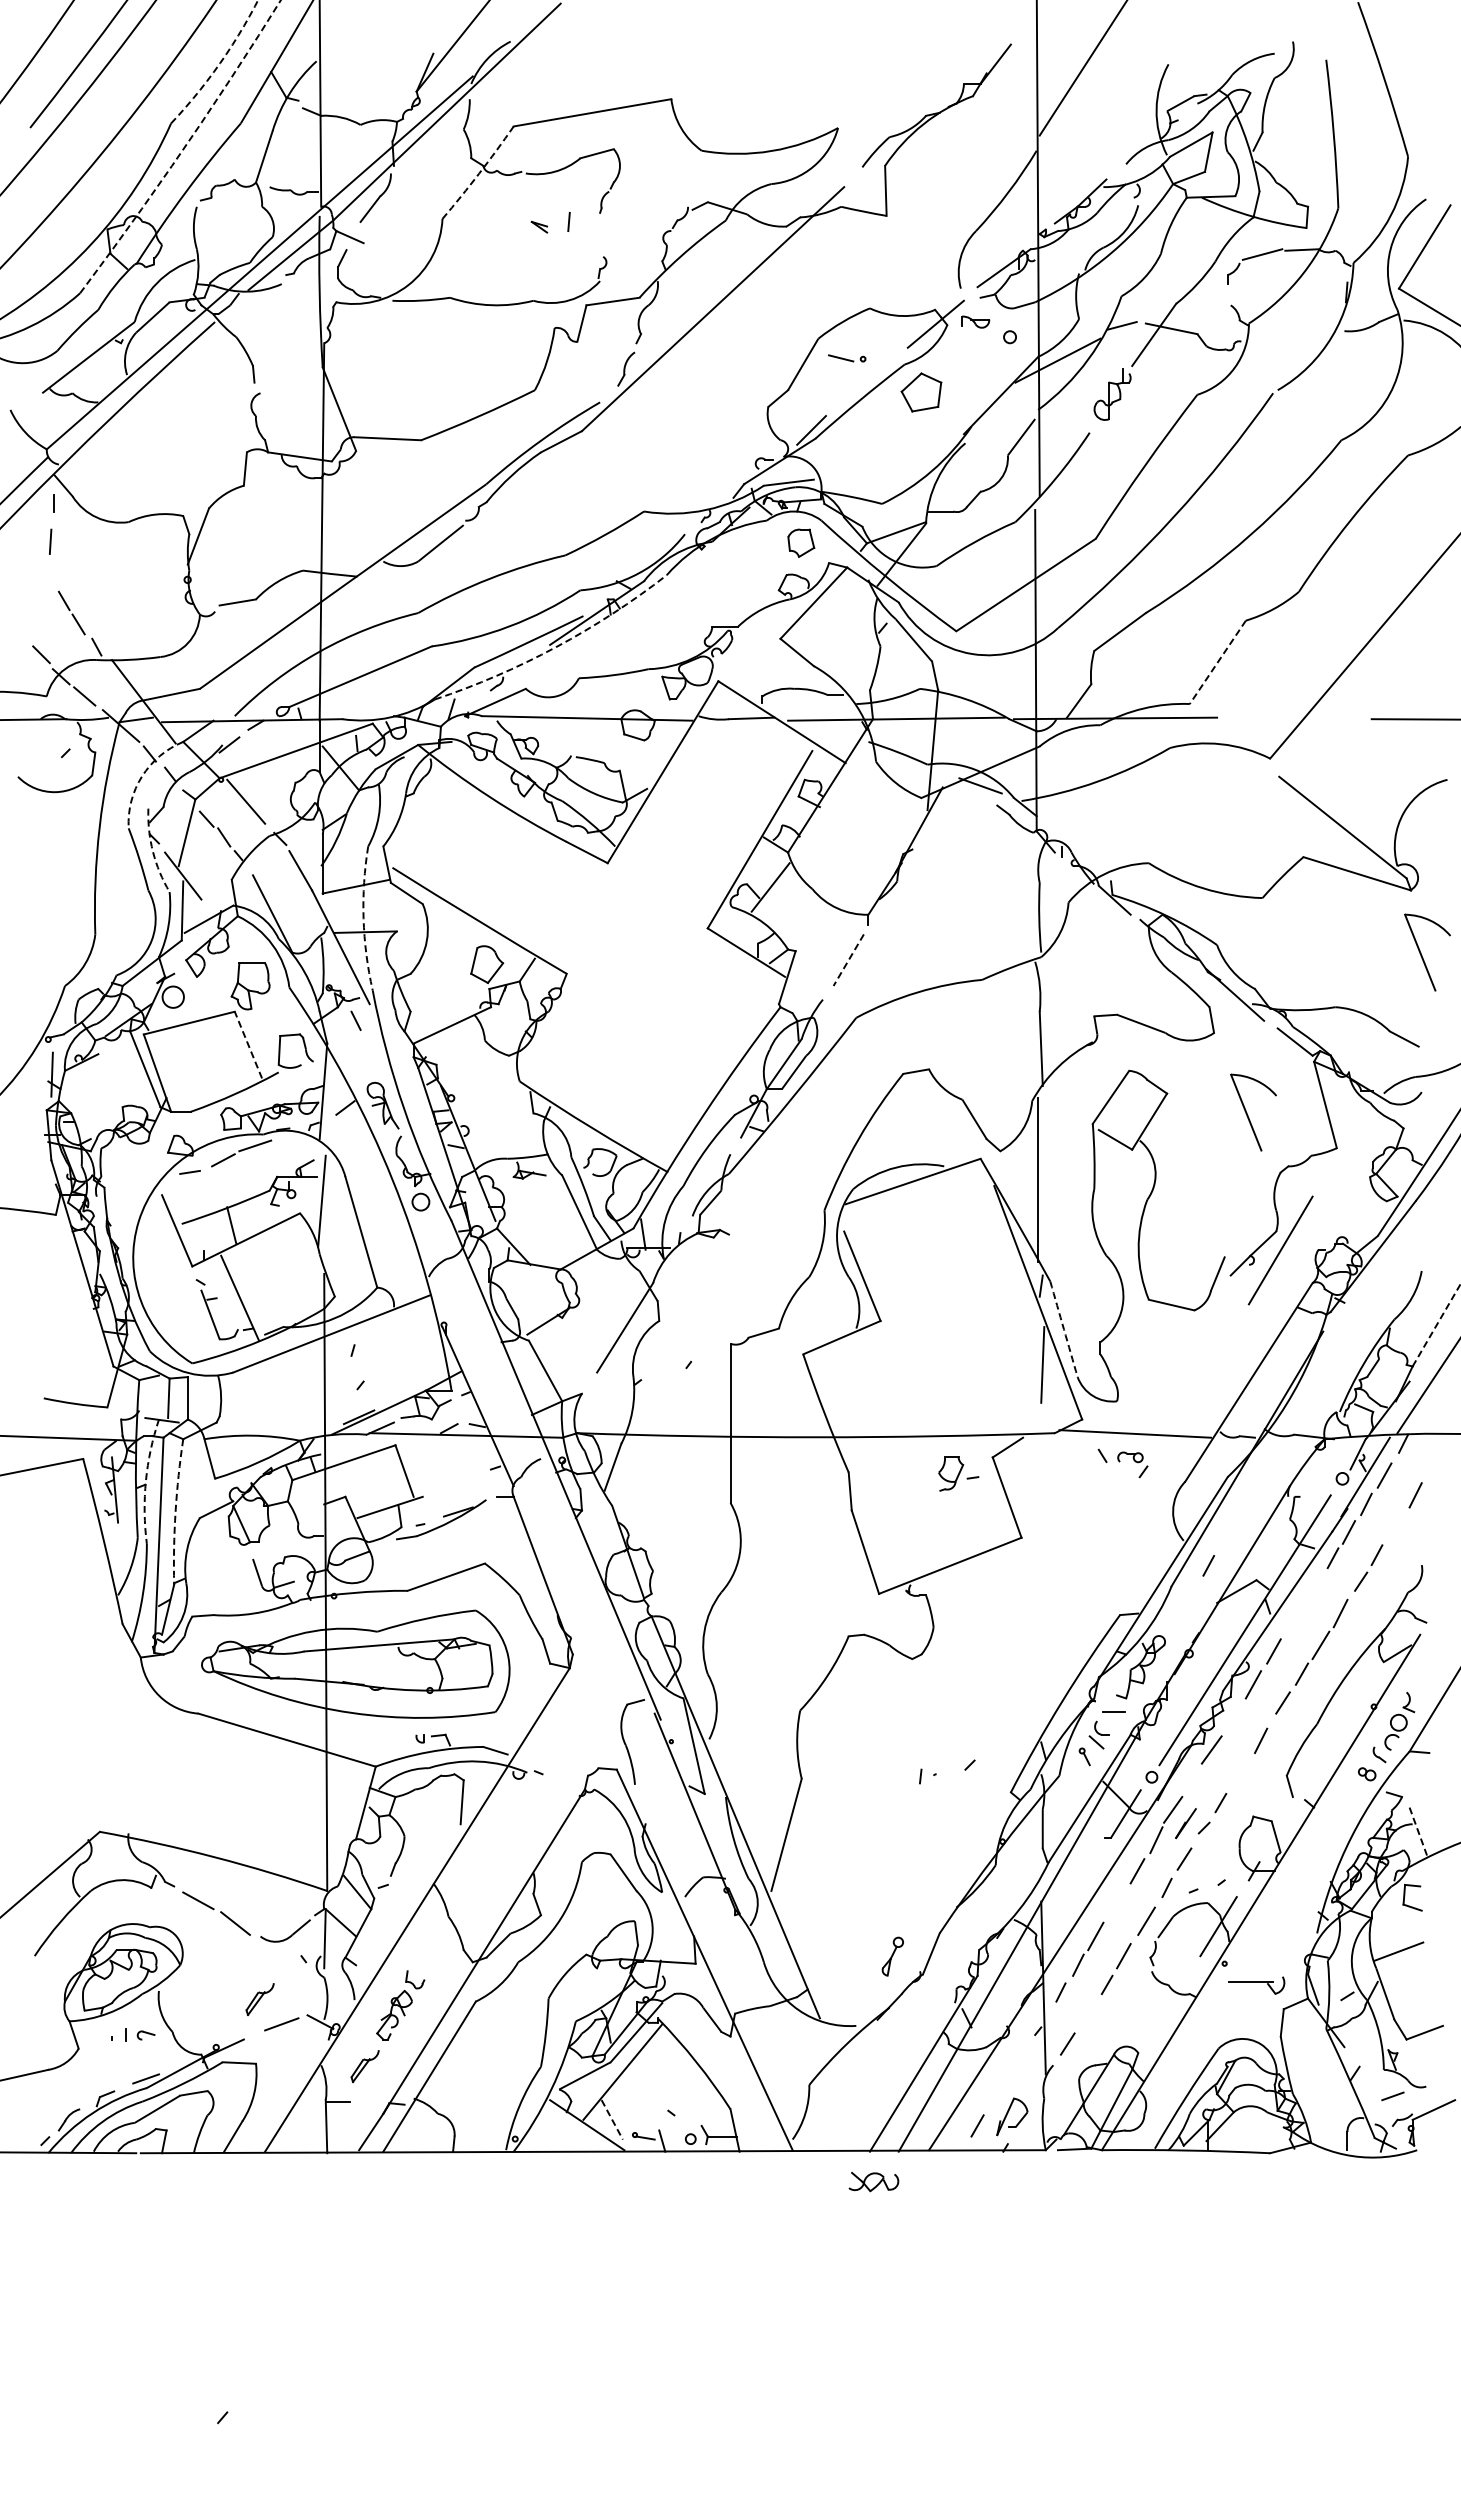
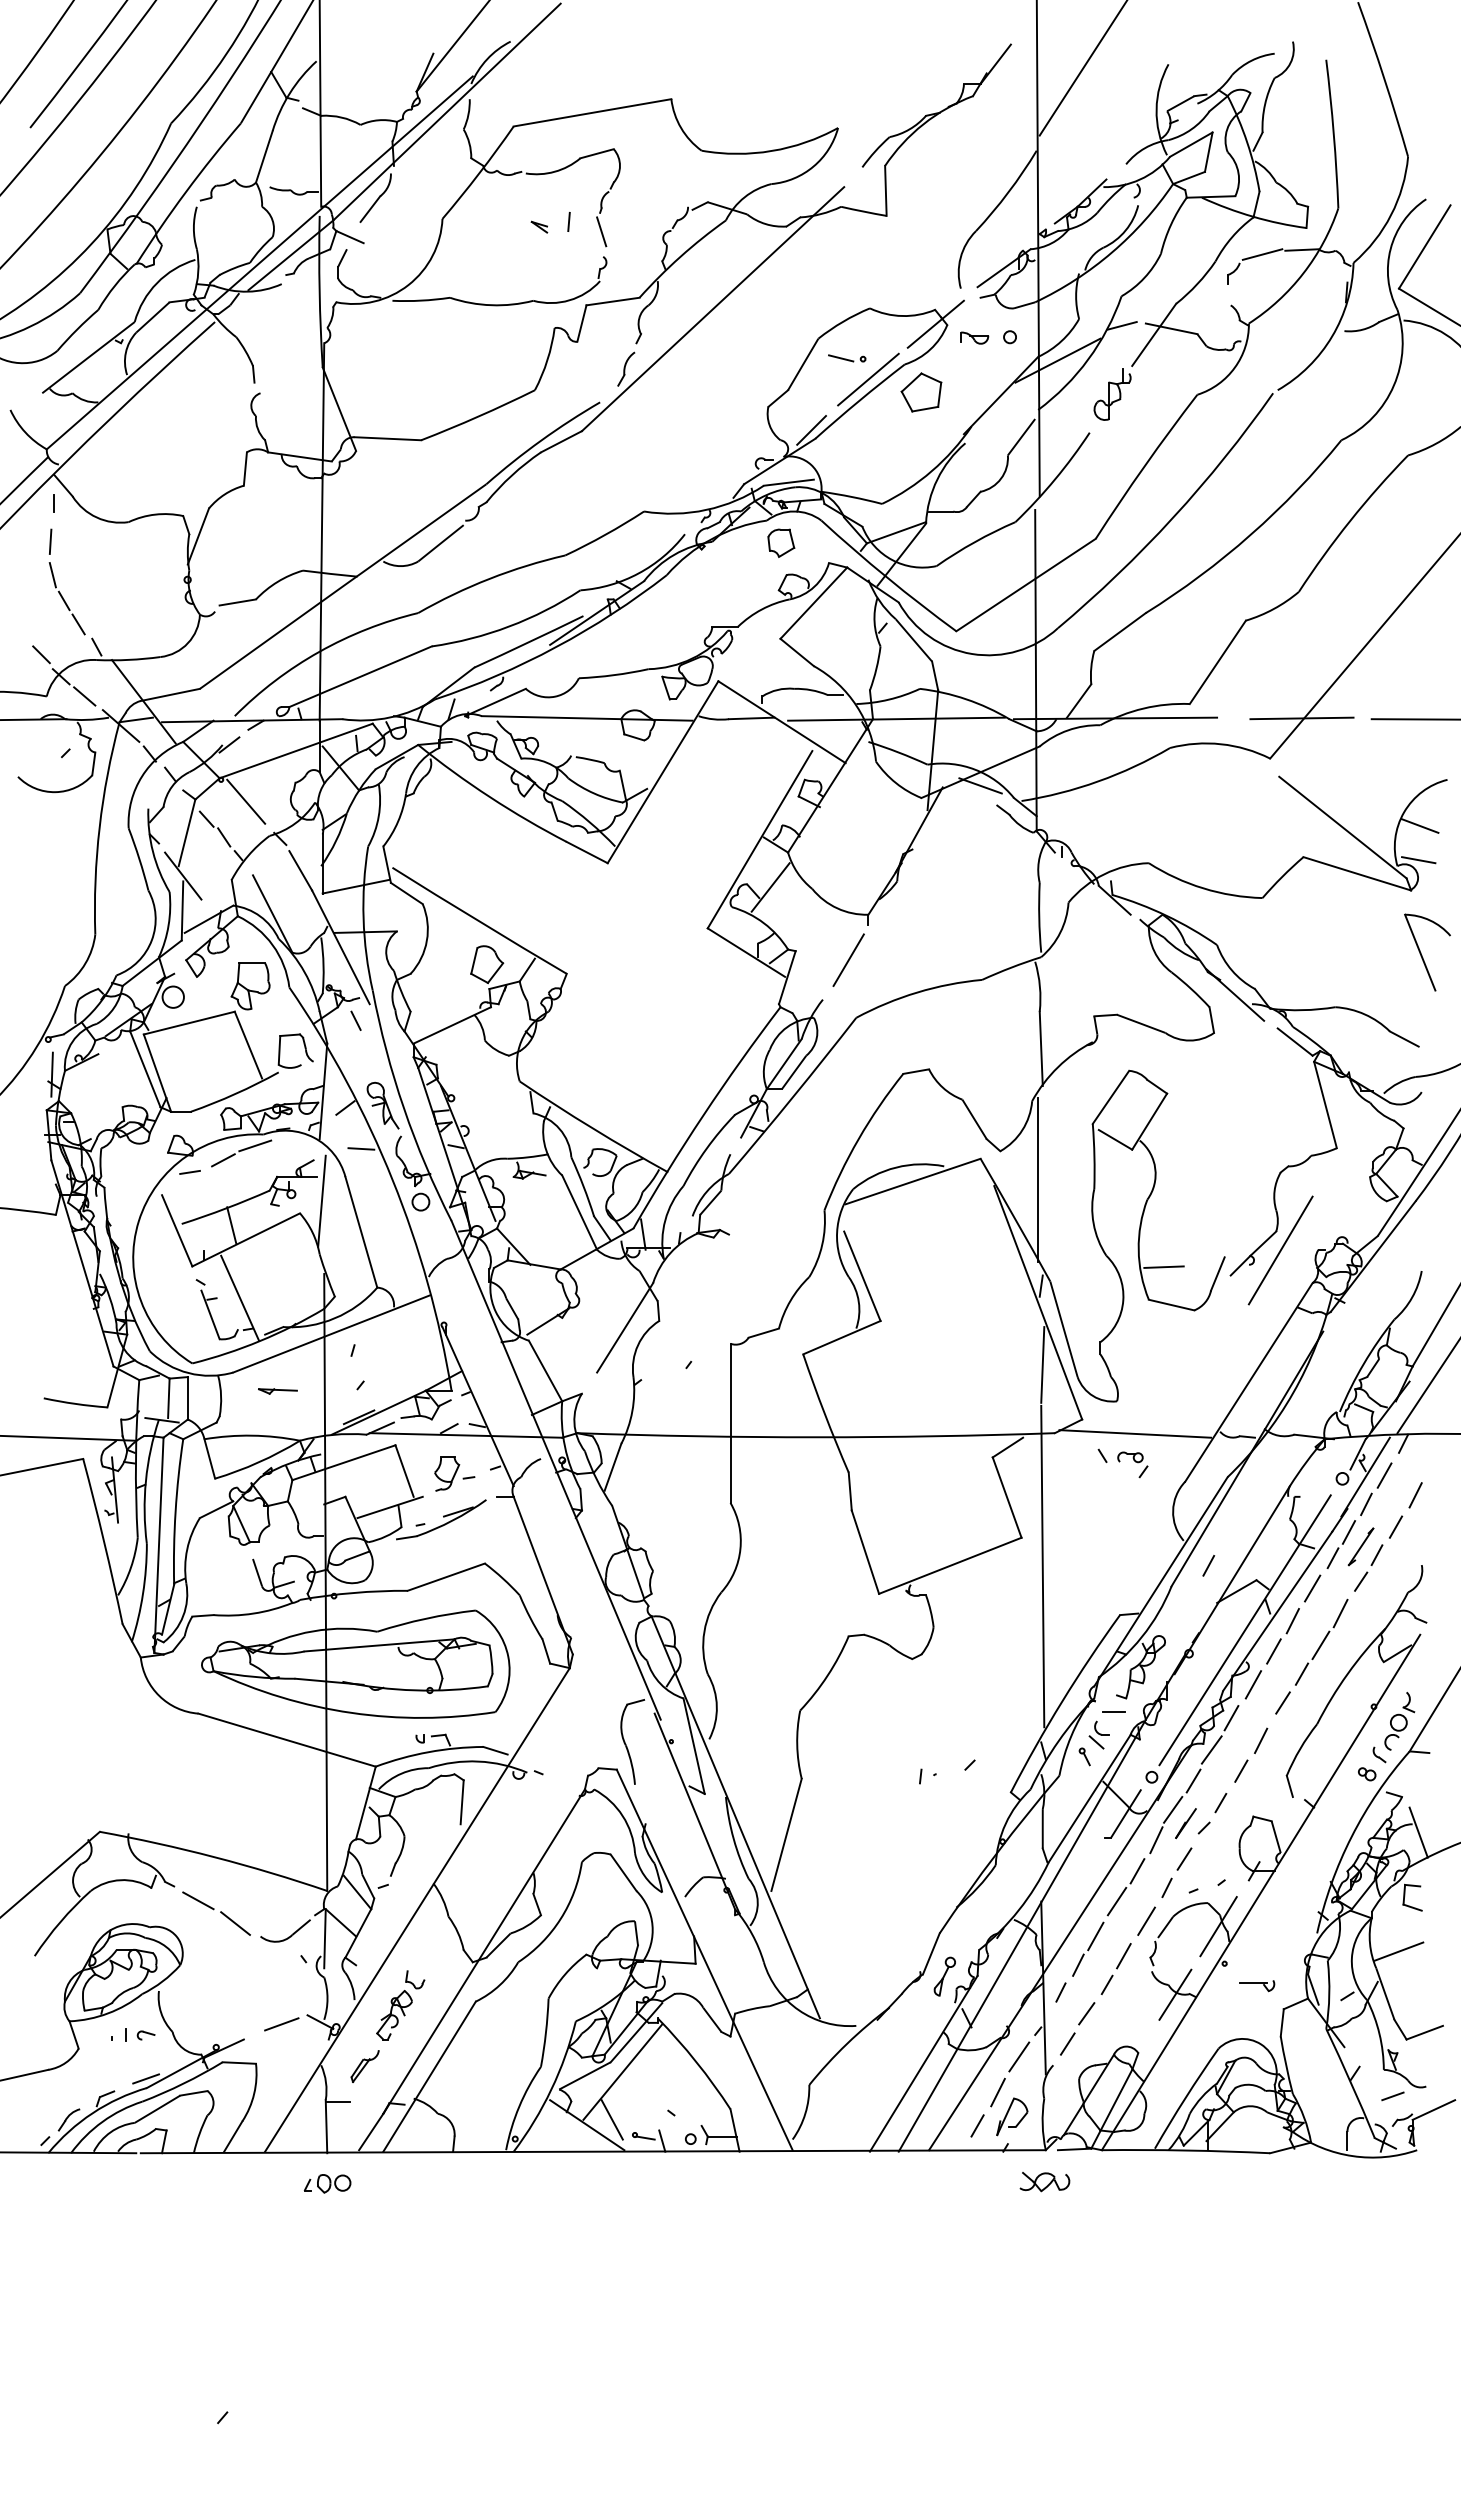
arc at (218, 65): dashed -> solid
arc at (183, 148): dashed -> solid
arc at (479, 173): dashed -> solid
line at (601, 231): none -> present
part at (975, 321) position: (975, 321) -> (974, 337)
line at (868, 379): none -> present
part at (801, 542) position: (801, 542) -> (781, 542)
line at (52, 575): none -> present
arc at (556, 647): dashed -> solid
line at (1217, 662): dashed -> solid
line at (1301, 718): none -> present
arc at (142, 776): dashed -> solid
line at (1420, 825): none -> present
arc at (153, 851): dashed -> solid
line at (1418, 860): none -> present
arc at (363, 918): dashed -> solid
line at (848, 960): dashed -> solid
line at (248, 1044): dashed -> solid
part at (1253, 1112): present -> none
line at (361, 1148): none -> present
line at (1163, 1266): none -> present
line at (1436, 1325): dashed -> solid
arc at (1063, 1329): dashed -> solid
part at (277, 1391): none -> present
part at (958, 1473) position: (958, 1473) -> (454, 1473)
arc at (145, 1481): dashed -> solid
arc at (175, 1511): dashed -> solid
line at (1395, 1526): none -> present
part at (1360, 1546): none -> present
line at (1042, 1566): none -> present
line at (1312, 1588): none -> present
line at (1292, 1621): none -> present
line at (1231, 1718): none -> present
line at (1241, 1770): none -> present
line at (1193, 1780): none -> present
line at (1418, 1832): dashed -> solid
line at (1116, 1901): none -> present
part at (892, 1956) position: (892, 1956) -> (944, 1976)
part at (1256, 1985) size: 58x19 px -> 37x13 px
line at (1175, 1994): none -> present
part at (259, 1999): present -> none
line at (1086, 2013): none -> present
part at (1010, 2074): none -> present
line at (612, 2120): dashed -> solid
part at (873, 2182) position: (873, 2182) -> (1044, 2182)
part at (327, 2183): none -> present
